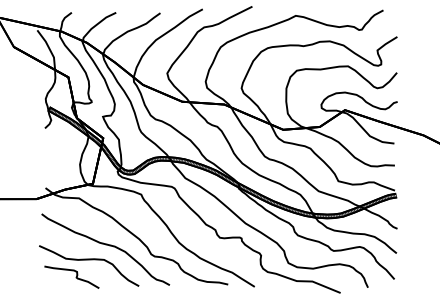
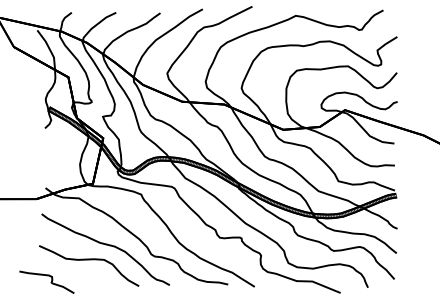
curve at (75, 277) position: (75, 277) -> (50, 282)
